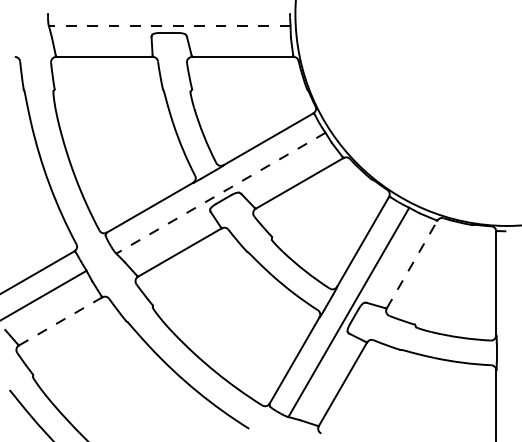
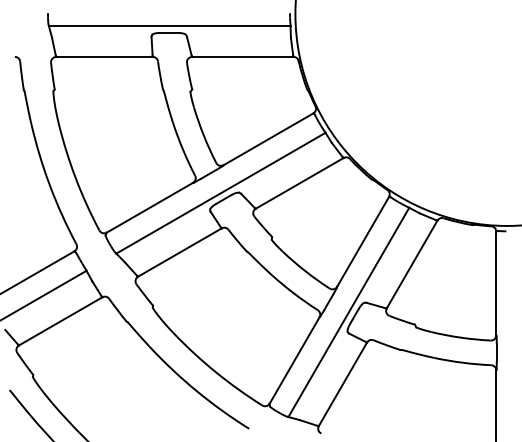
line at (169, 26): dashed -> solid
line at (220, 193): dashed -> solid
line at (412, 264): dashed -> solid
line at (61, 321): dashed -> solid
